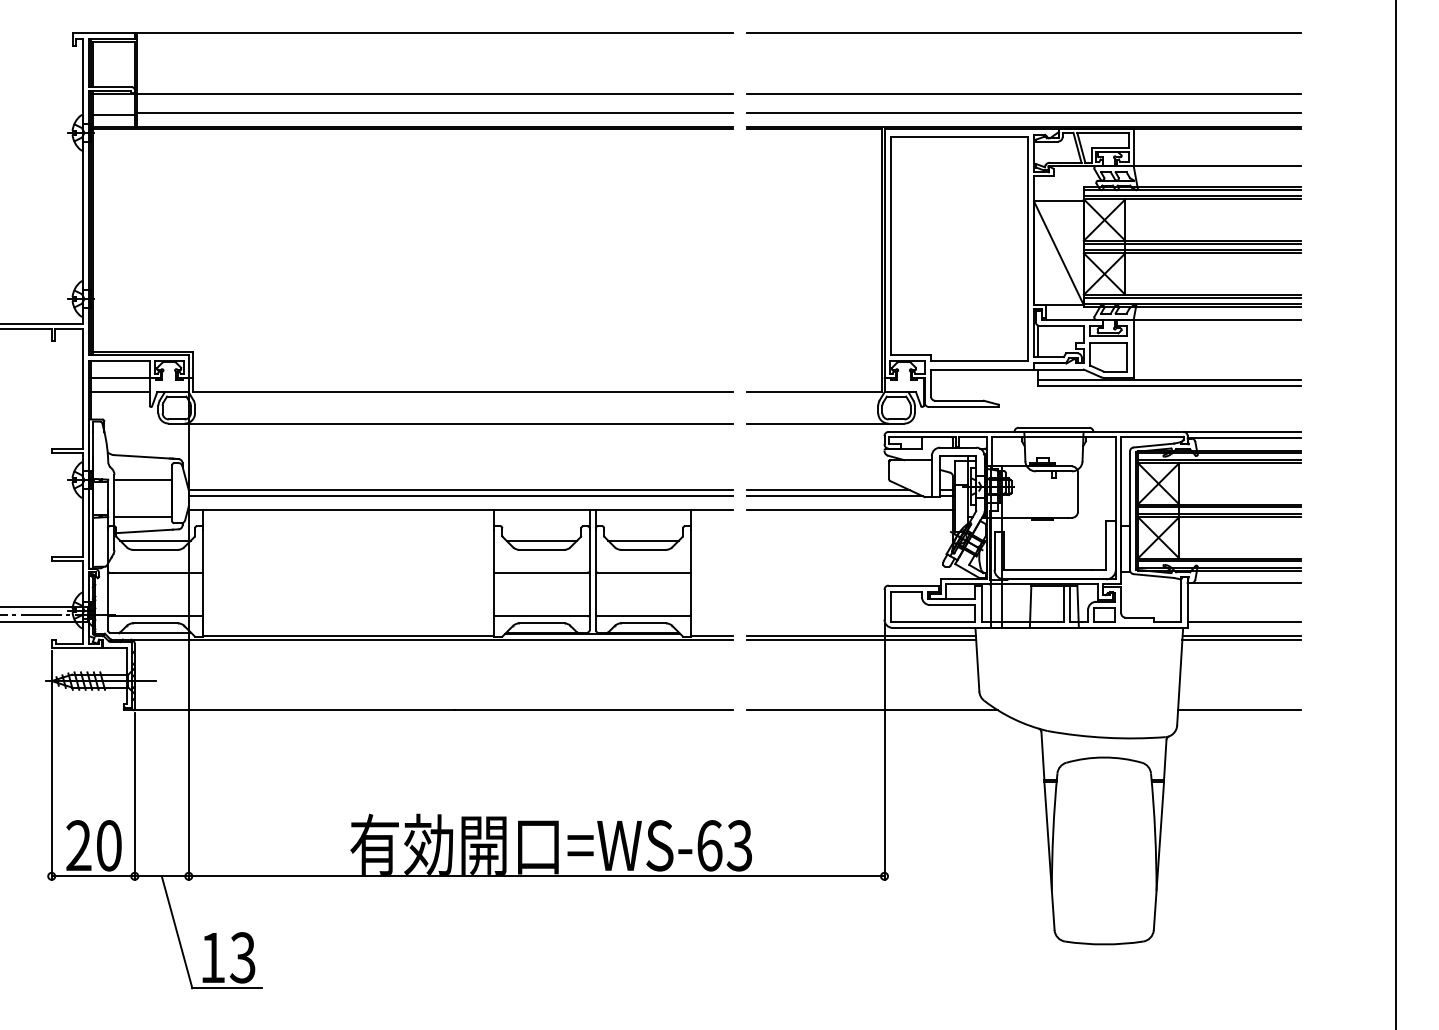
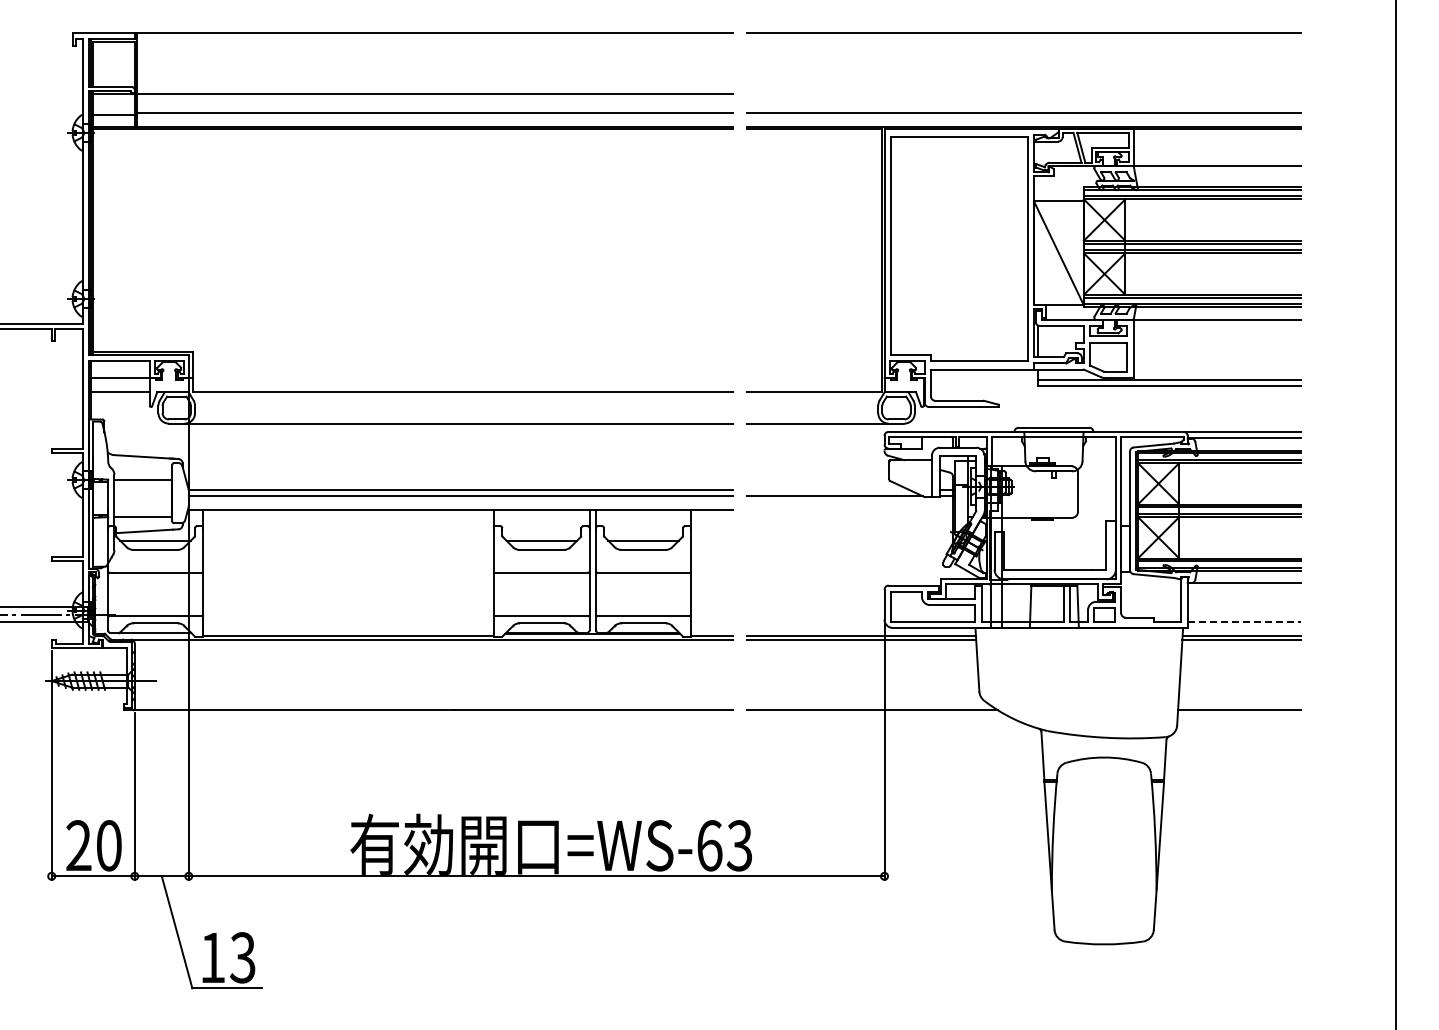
line at (1023, 94): present -> none
line at (828, 490): present -> none
line at (850, 510): present -> none
line at (1244, 621): solid -> dashed
